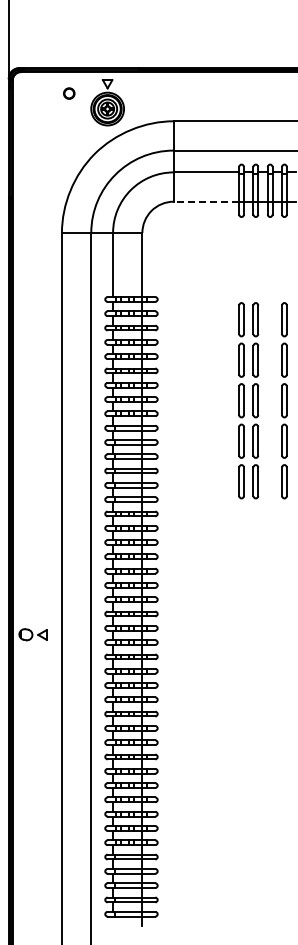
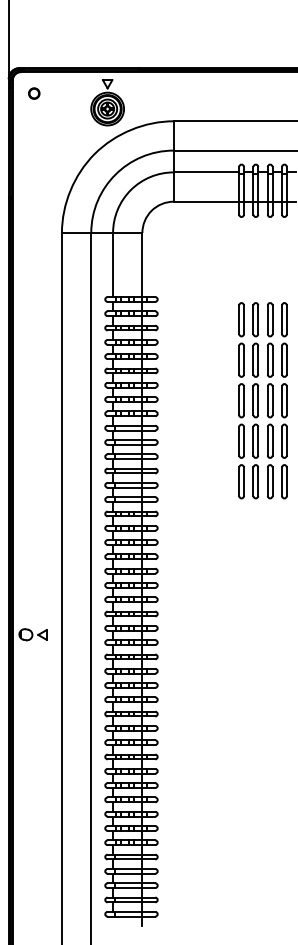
circle at (69, 93) position: (69, 93) -> (34, 93)
line at (206, 201): dashed -> solid
part at (270, 400): none -> present
